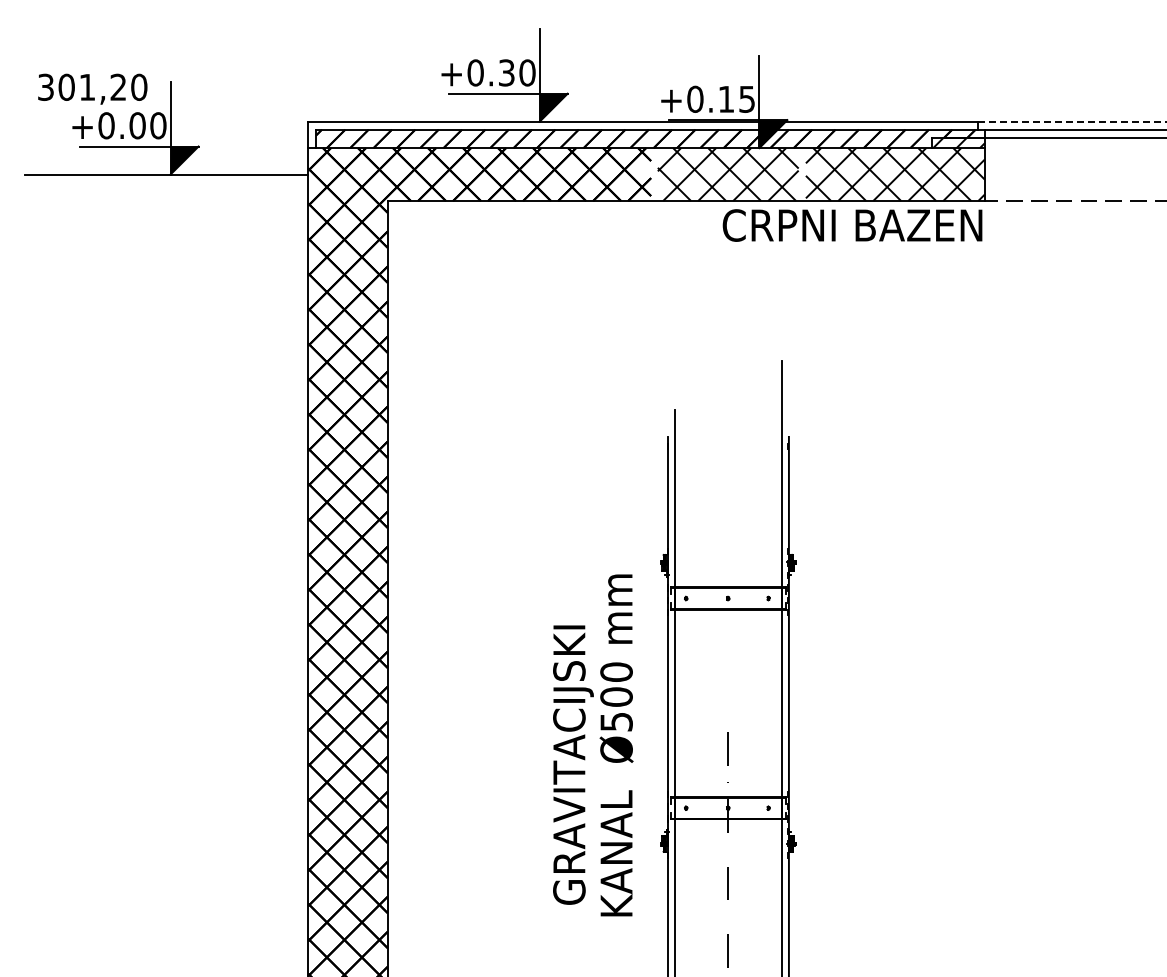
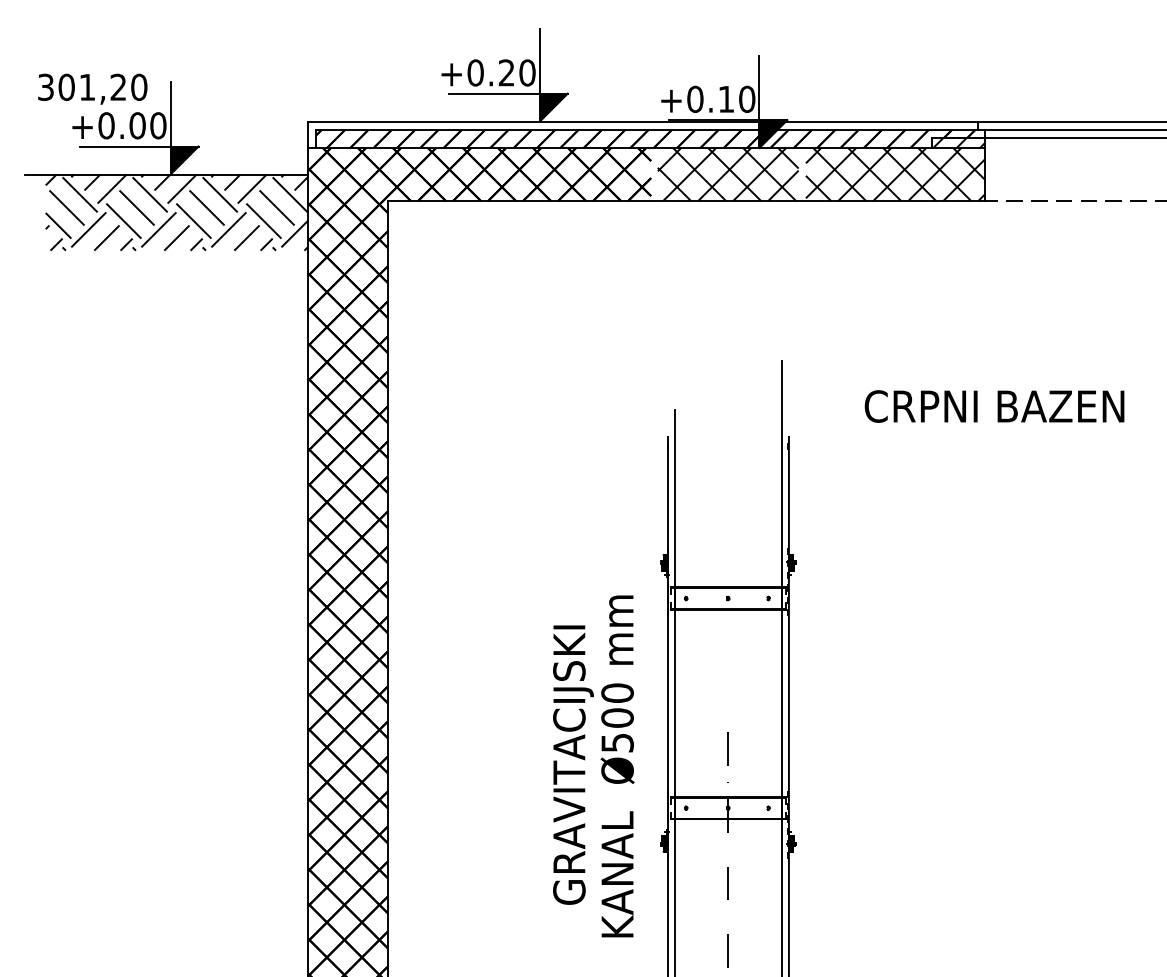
text at (506, 72): +0.30 -> +0.20
text at (747, 98): +0.15 -> +0.10
line at (1073, 121): dashed -> solid
hatch at (176, 212): none -> present
text at (852, 225) position: (852, 225) -> (994, 406)
text at (616, 745) position: (616, 745) -> (617, 766)
